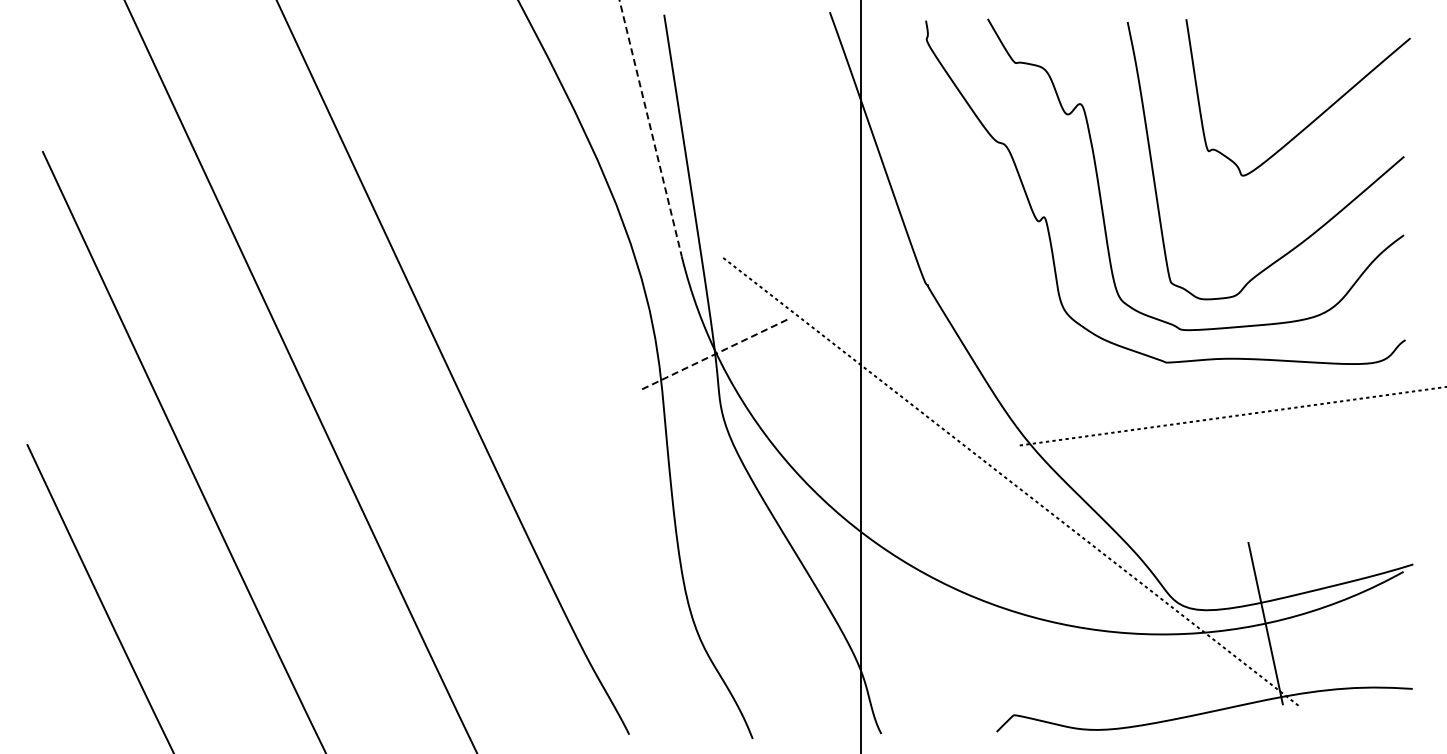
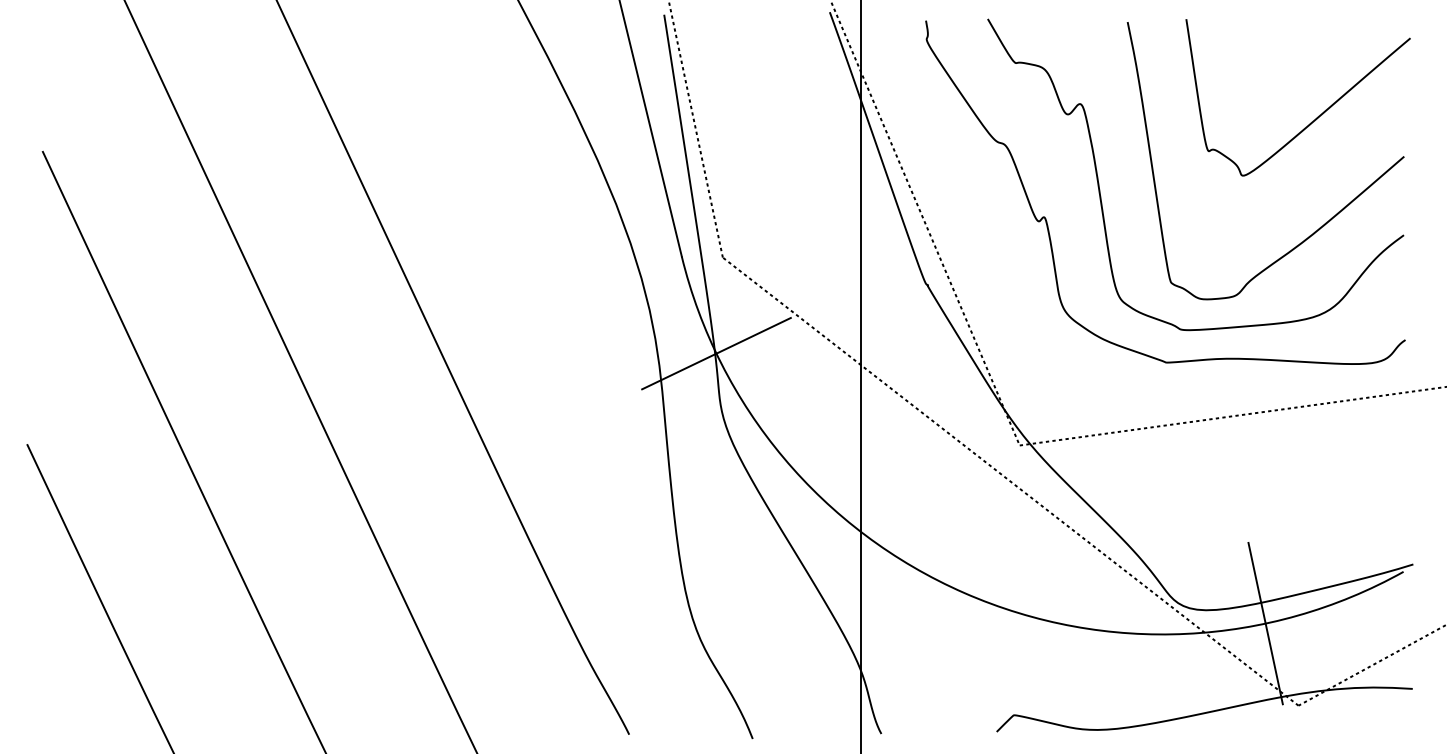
line at (650, 128): dashed -> solid
line at (695, 129): none -> present
line at (925, 223): none -> present
line at (716, 353): dashed -> solid
line at (1370, 665): none -> present
